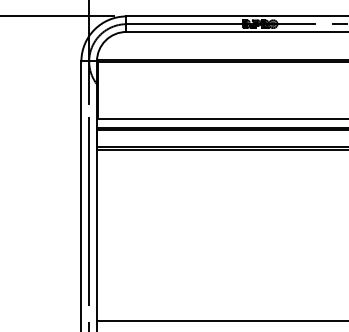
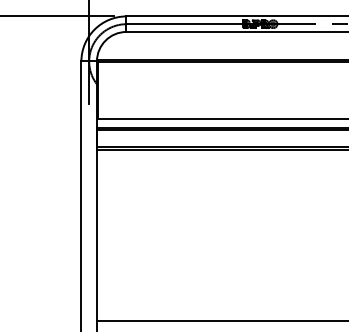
line at (89, 222): present -> none
